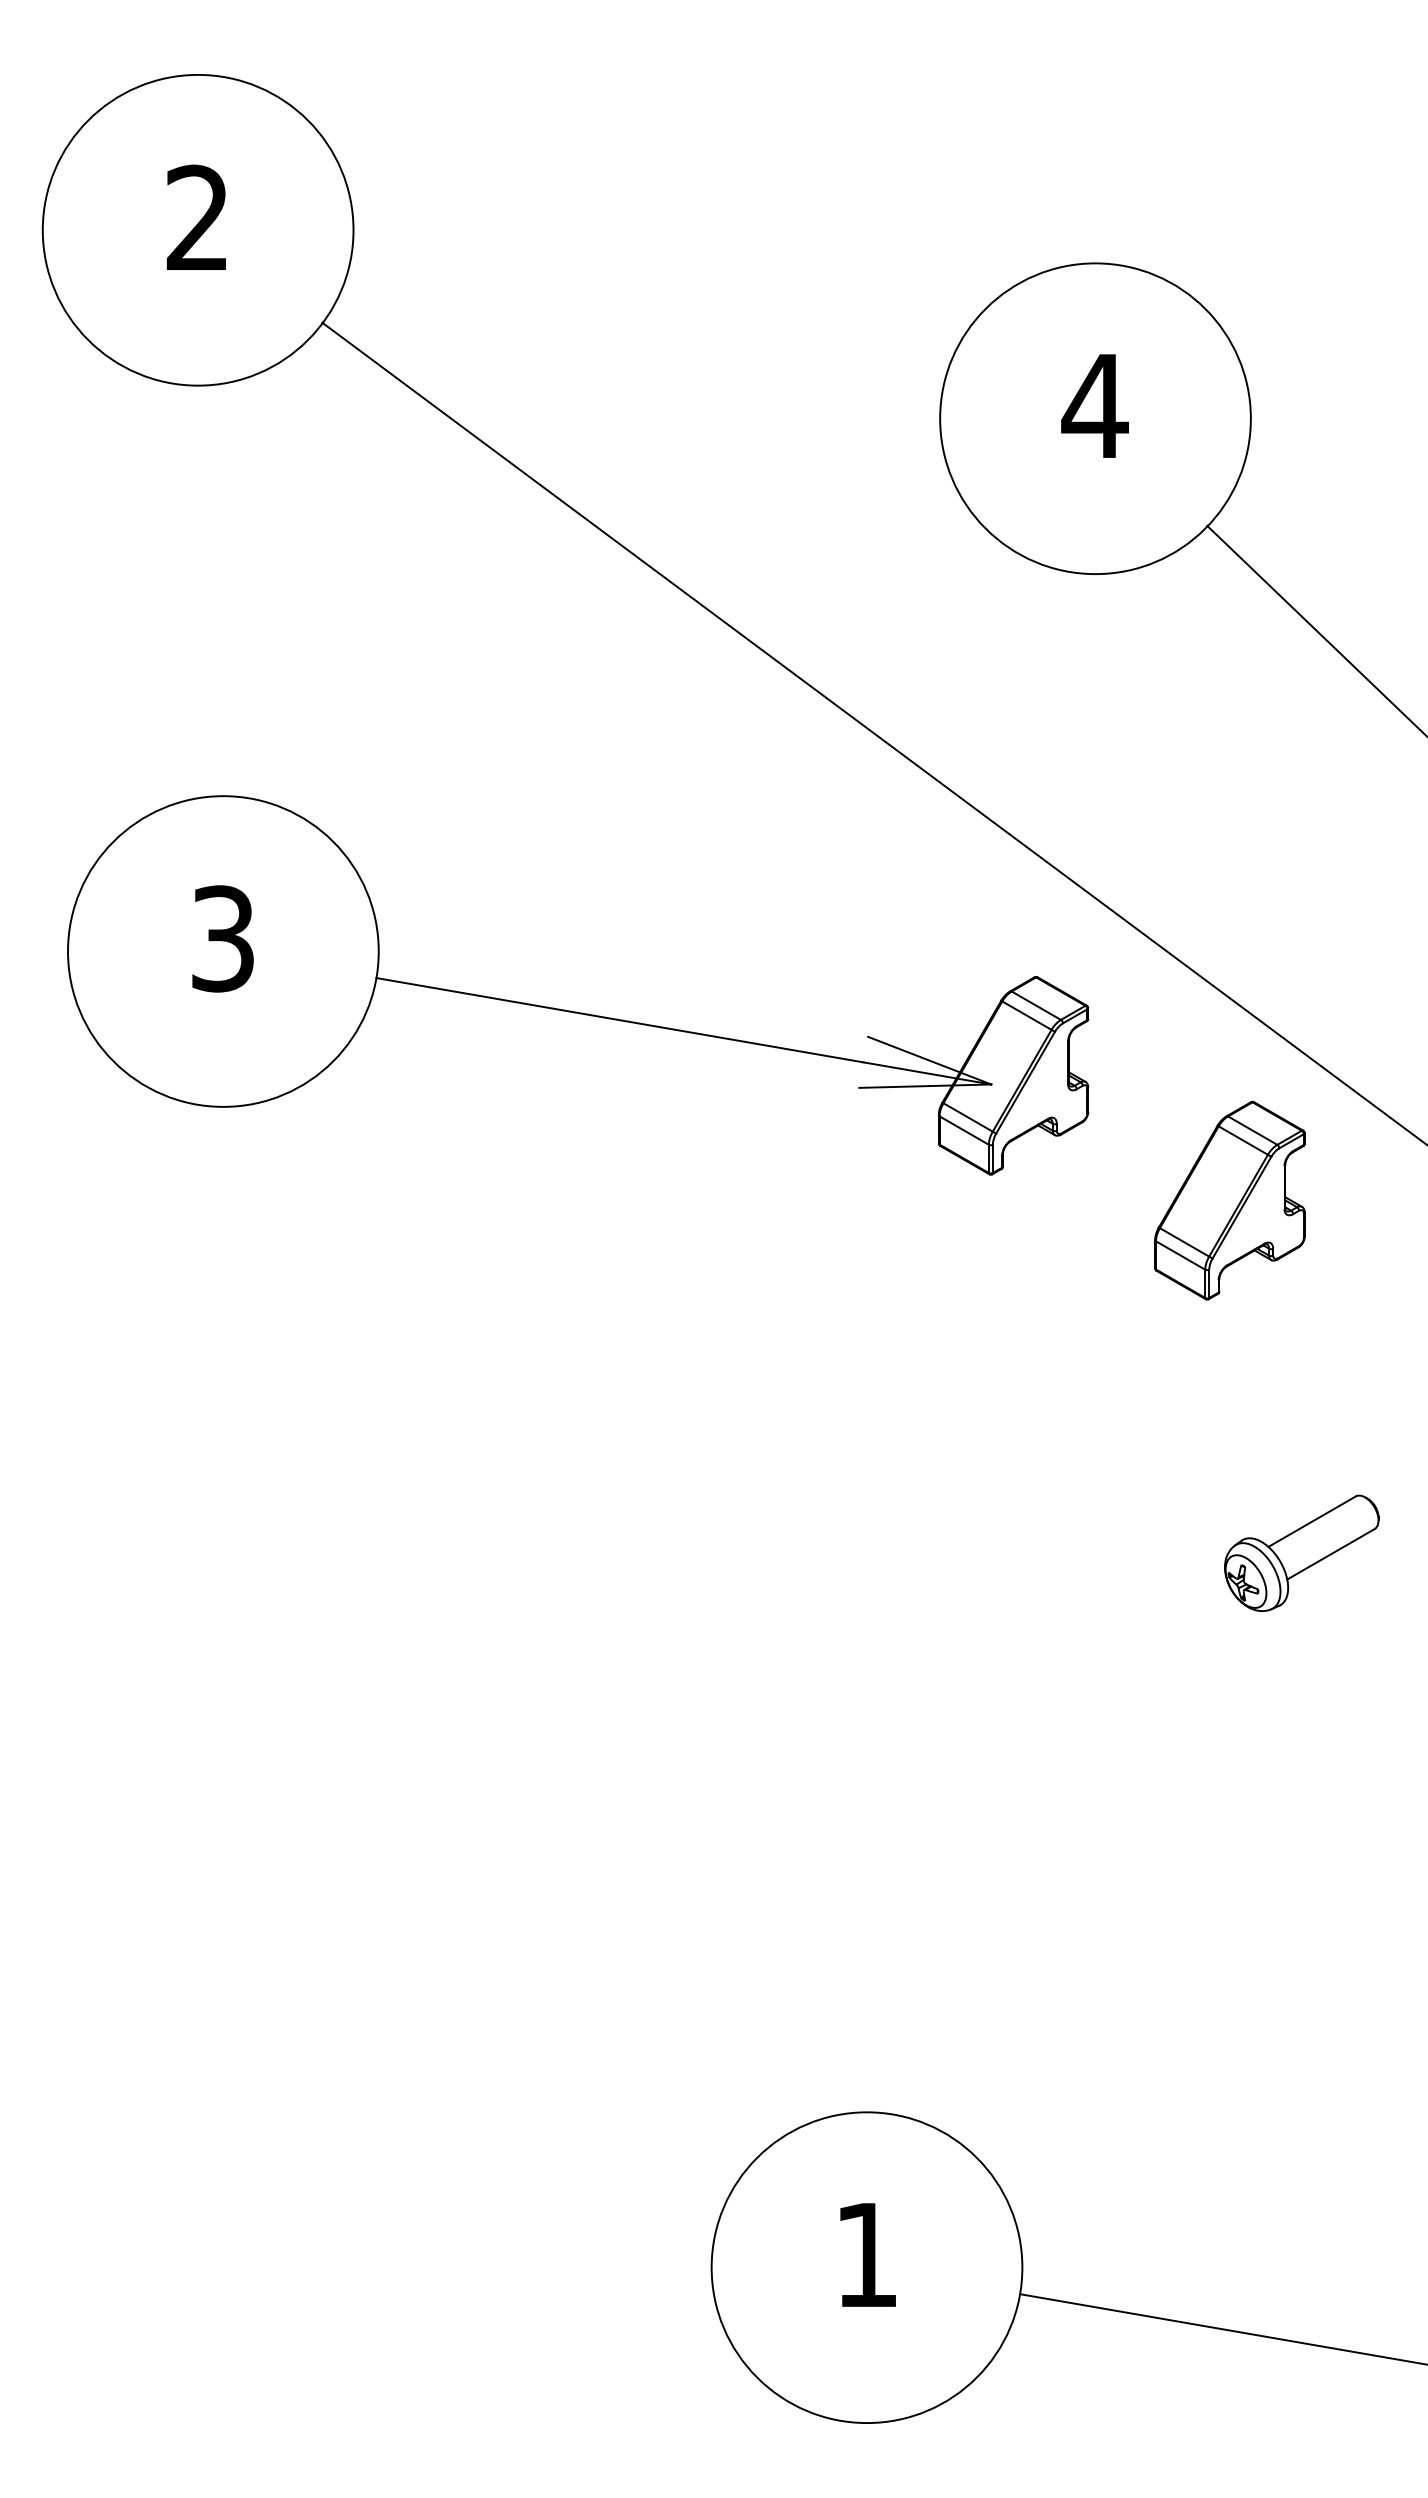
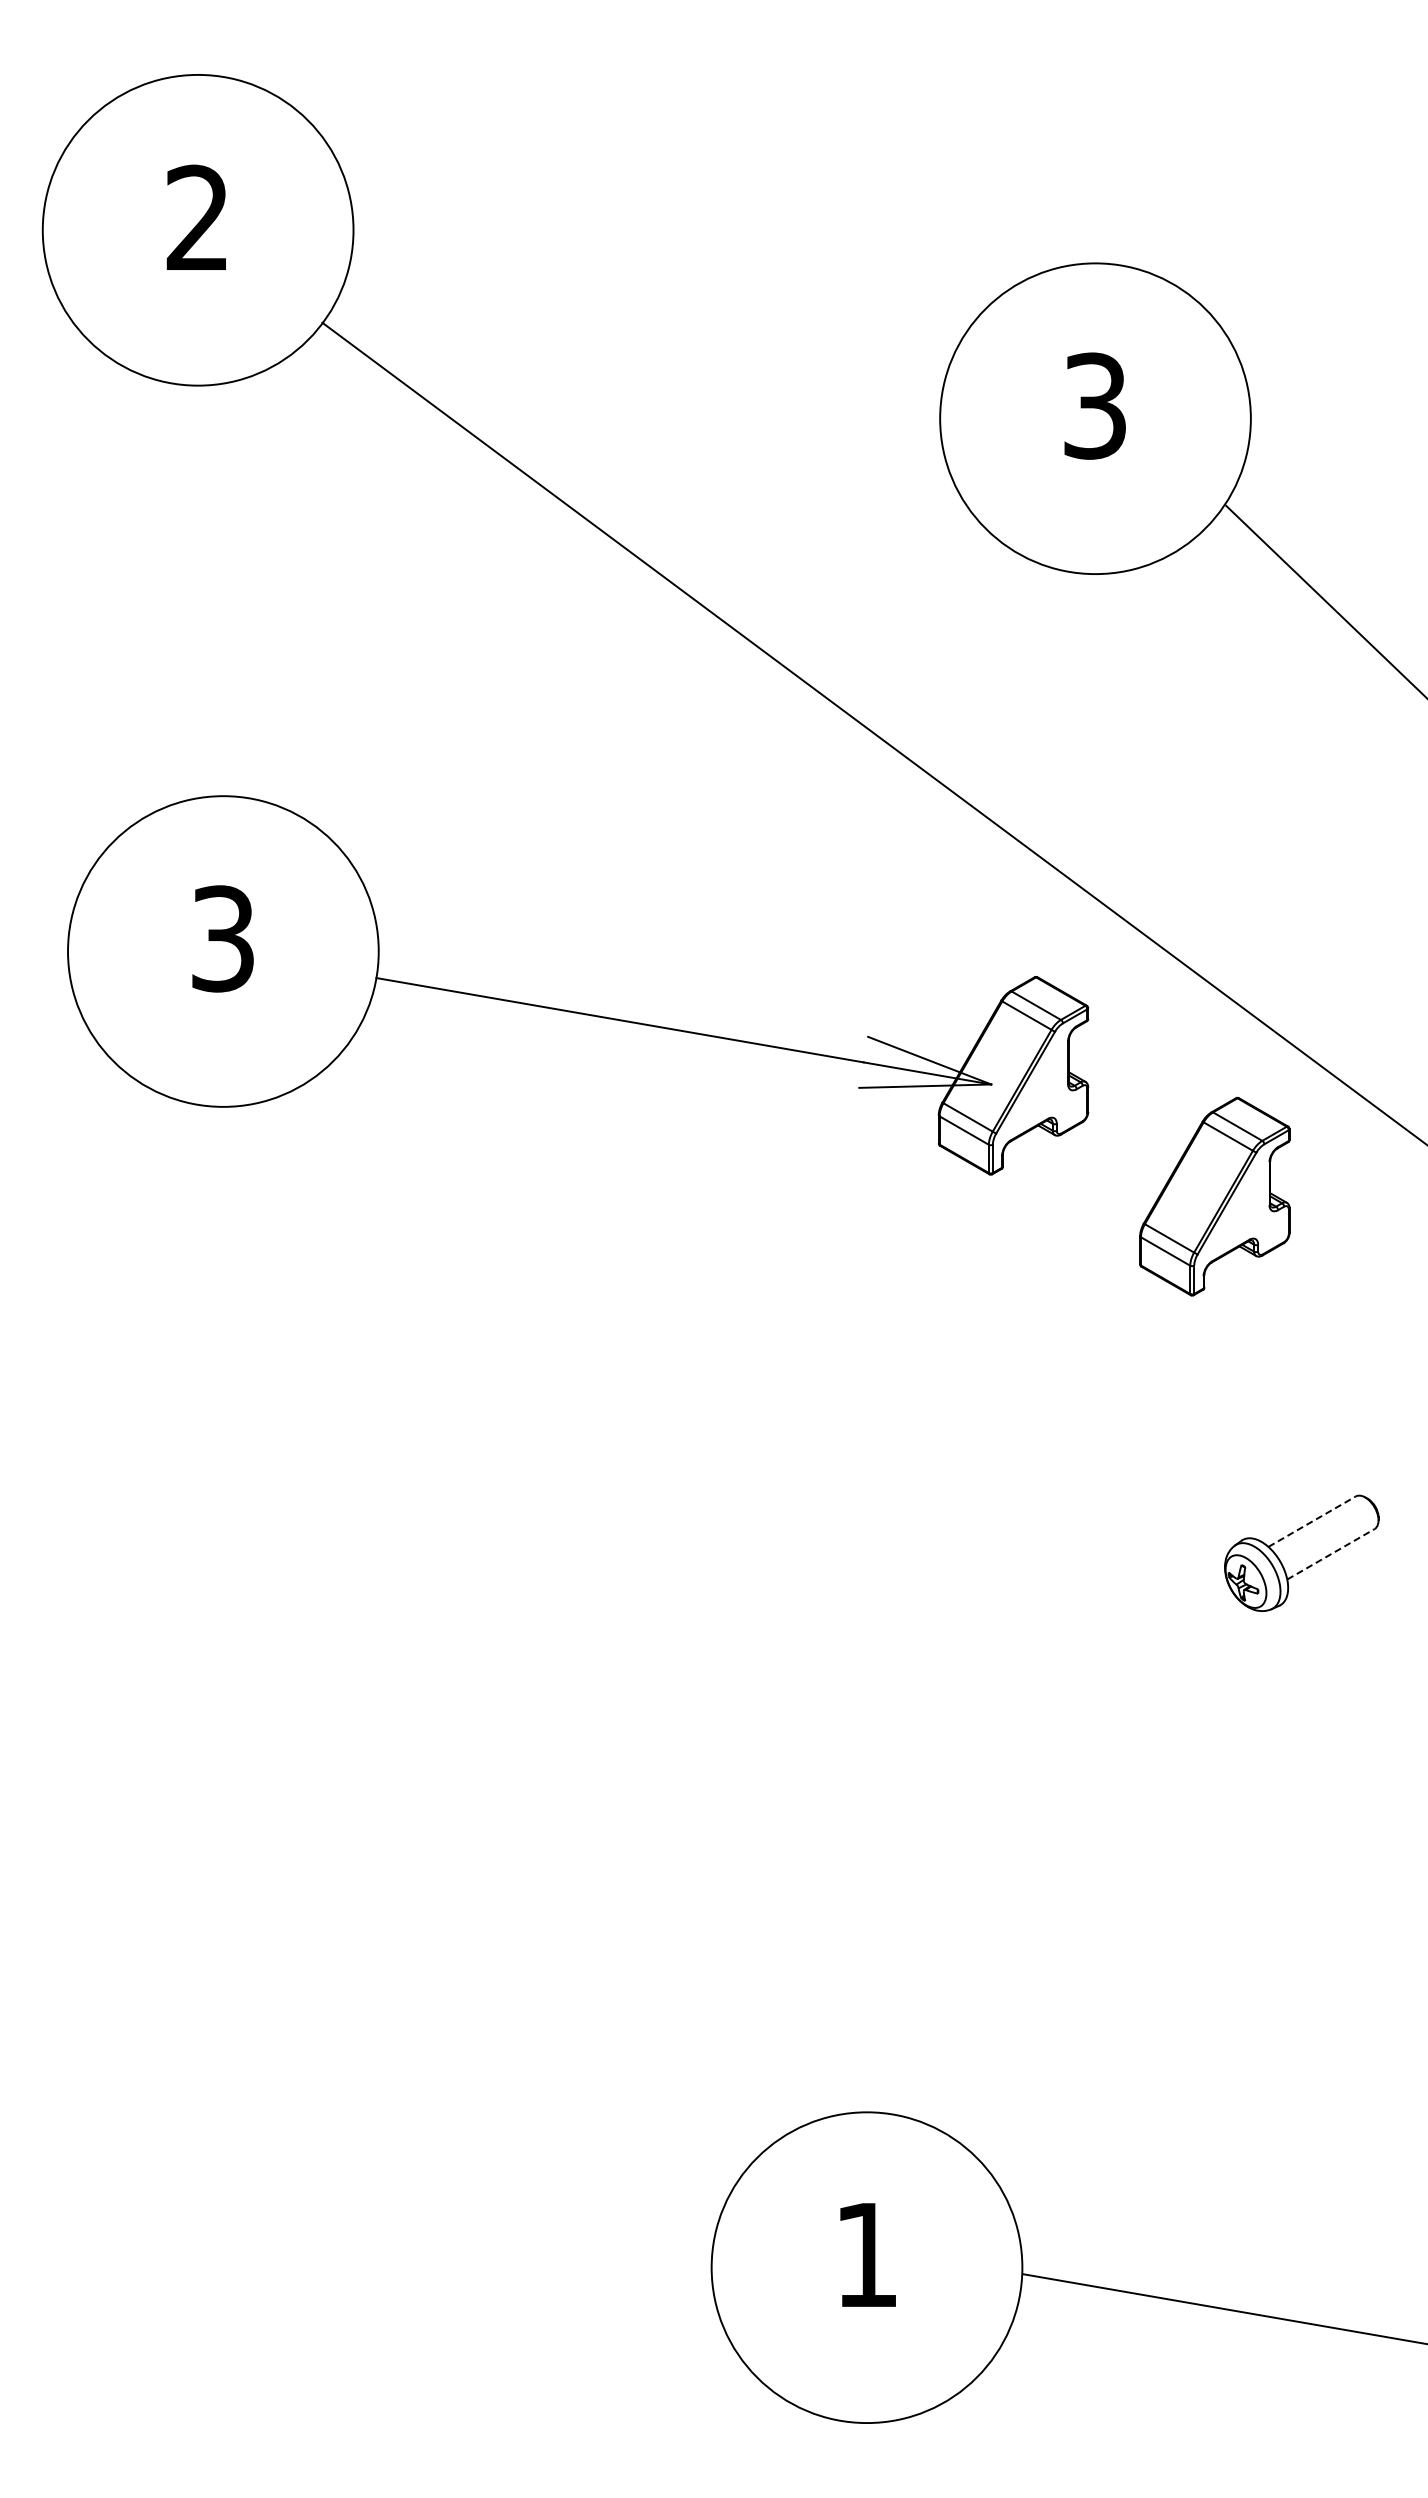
text at (1094, 405): 4 -> 3
line at (1315, 629) position: (1315, 629) -> (1325, 600)
part at (1229, 1200) position: (1229, 1200) -> (1214, 1196)
line at (1312, 1521): solid -> dashed
line at (1331, 1554): solid -> dashed
line at (1222, 2329) position: (1222, 2329) -> (1223, 2308)
